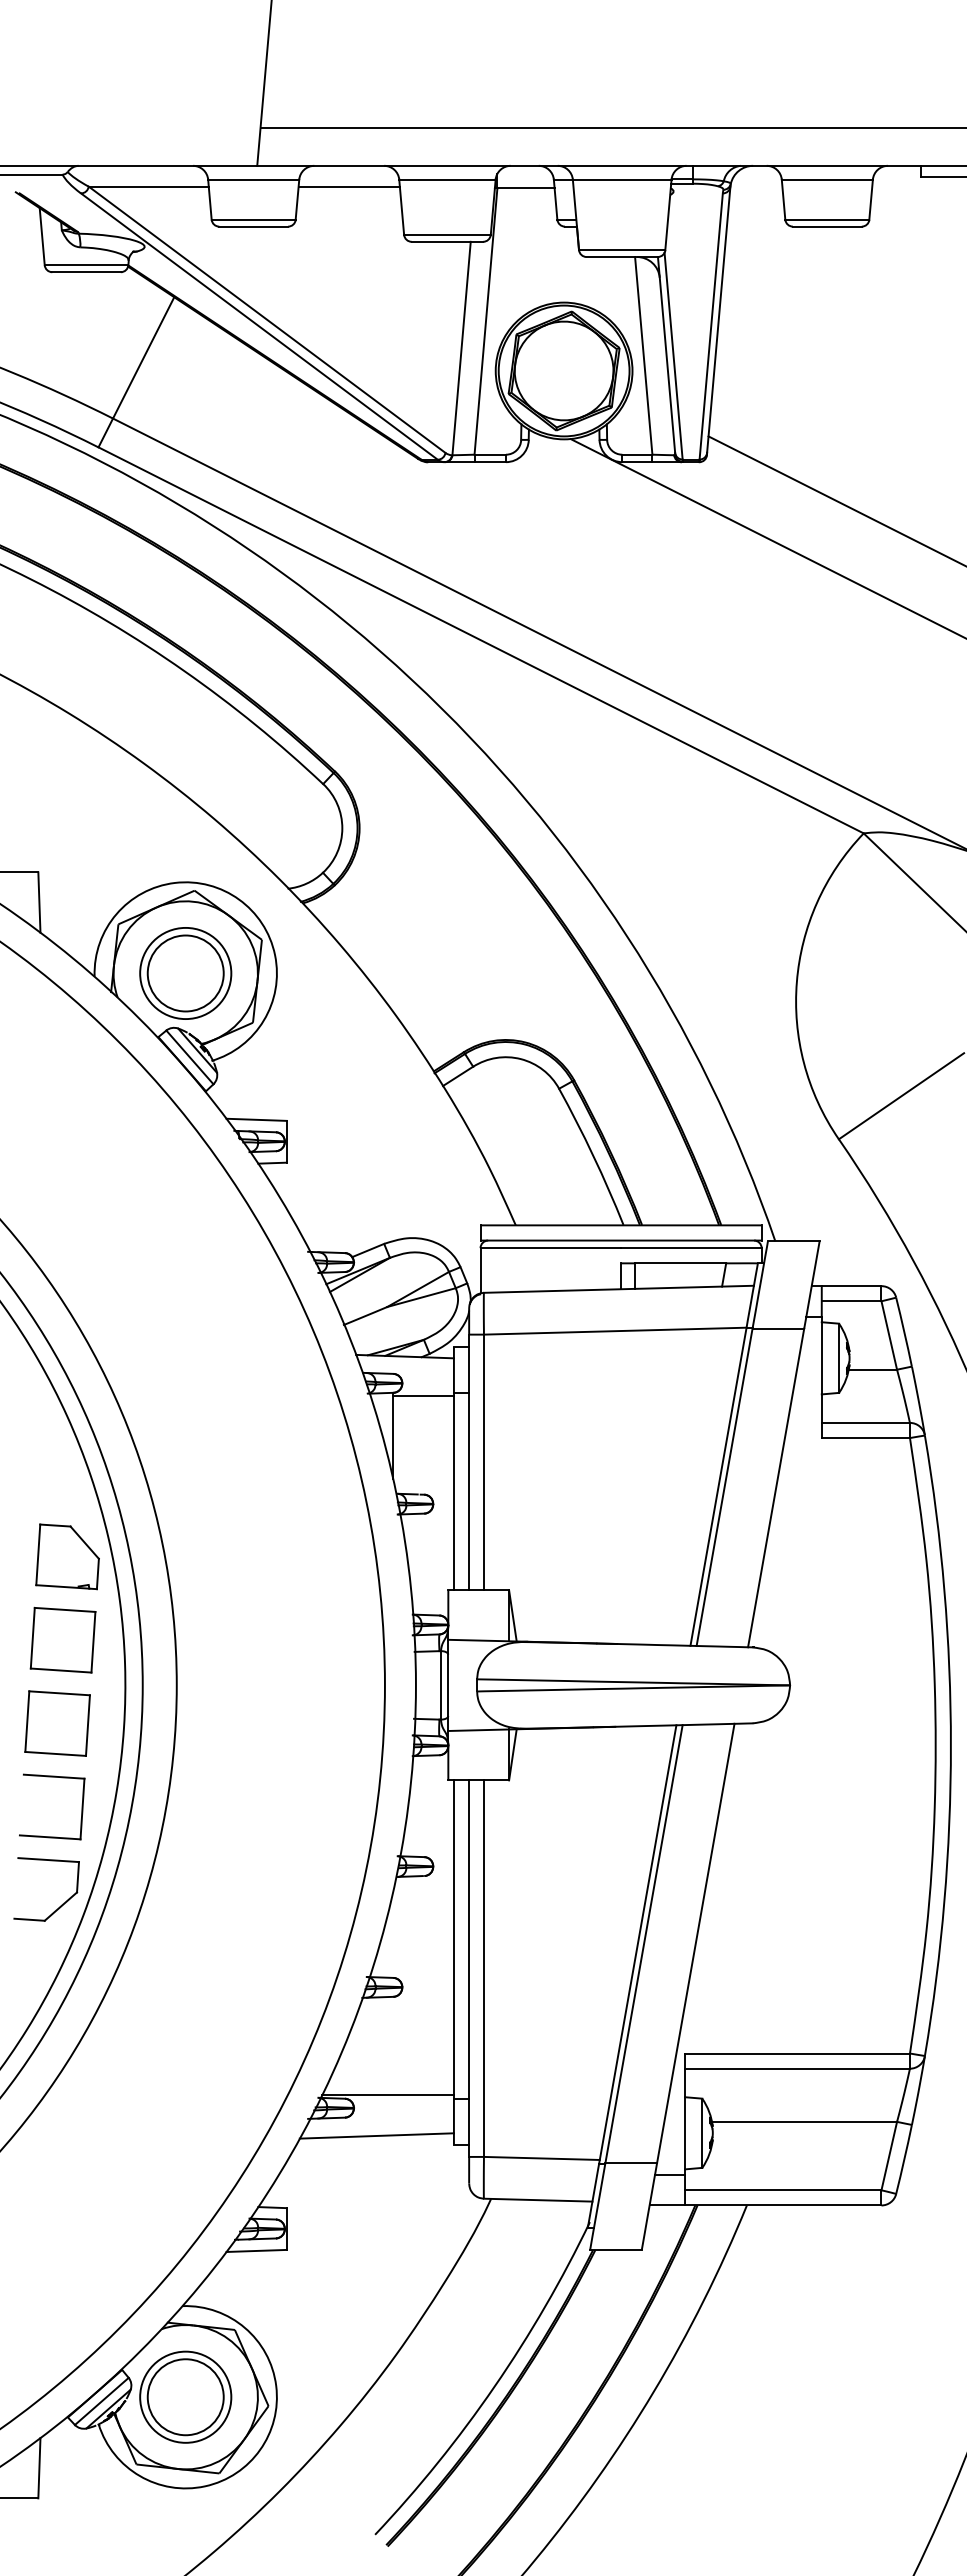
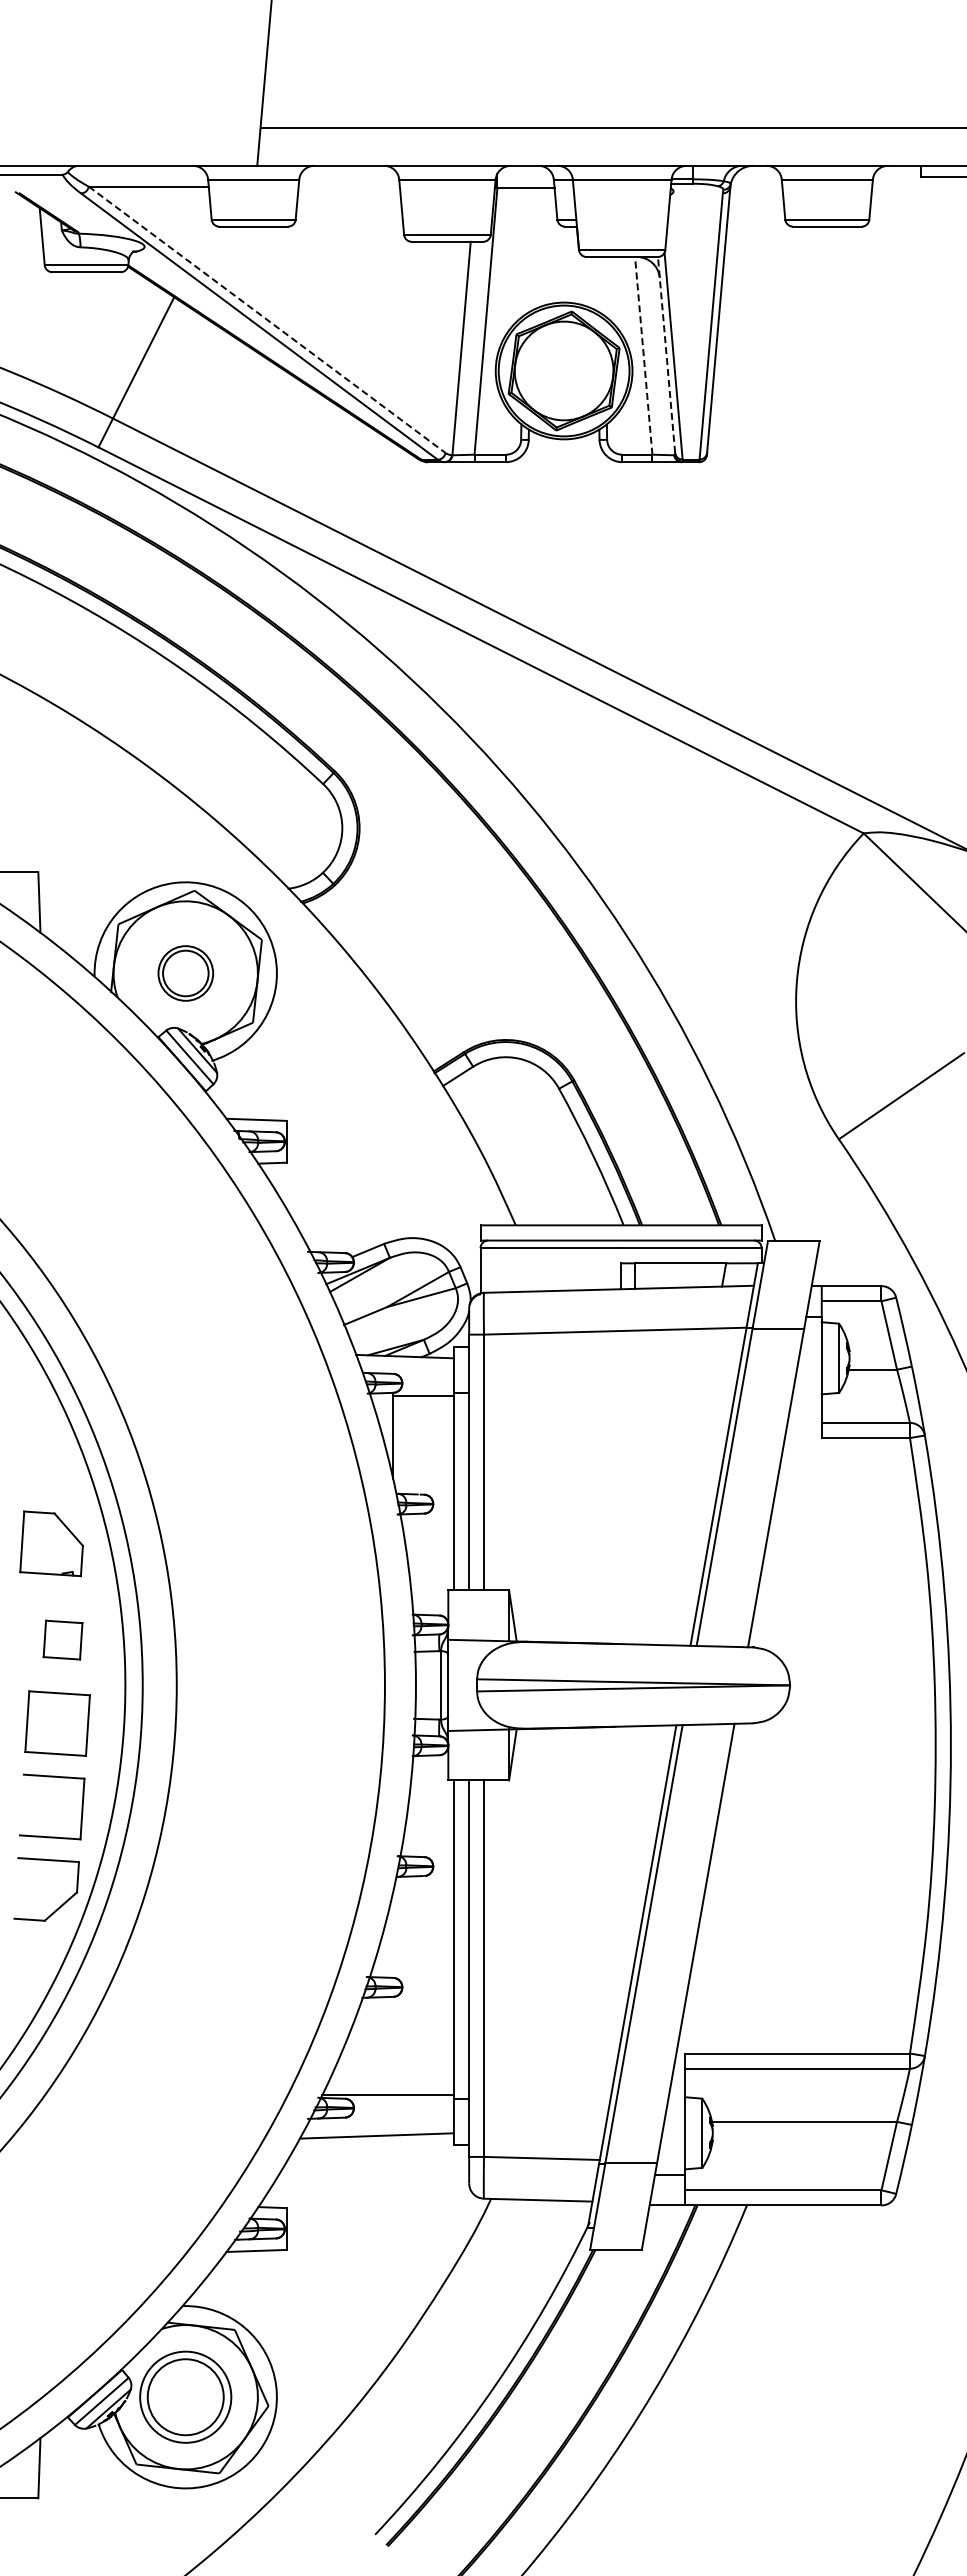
line at (348, 186): present -> none
line at (267, 319): solid -> dashed
line at (666, 354): solid -> dashed
line at (643, 355): solid -> dashed
line at (835, 500): present -> none
line at (766, 538): present -> none
part at (185, 973) size: 94x93 px -> 58x57 px
part at (67, 1556) position: (67, 1556) -> (51, 1543)
part at (62, 1639) size: 68x68 px -> 42x42 px
